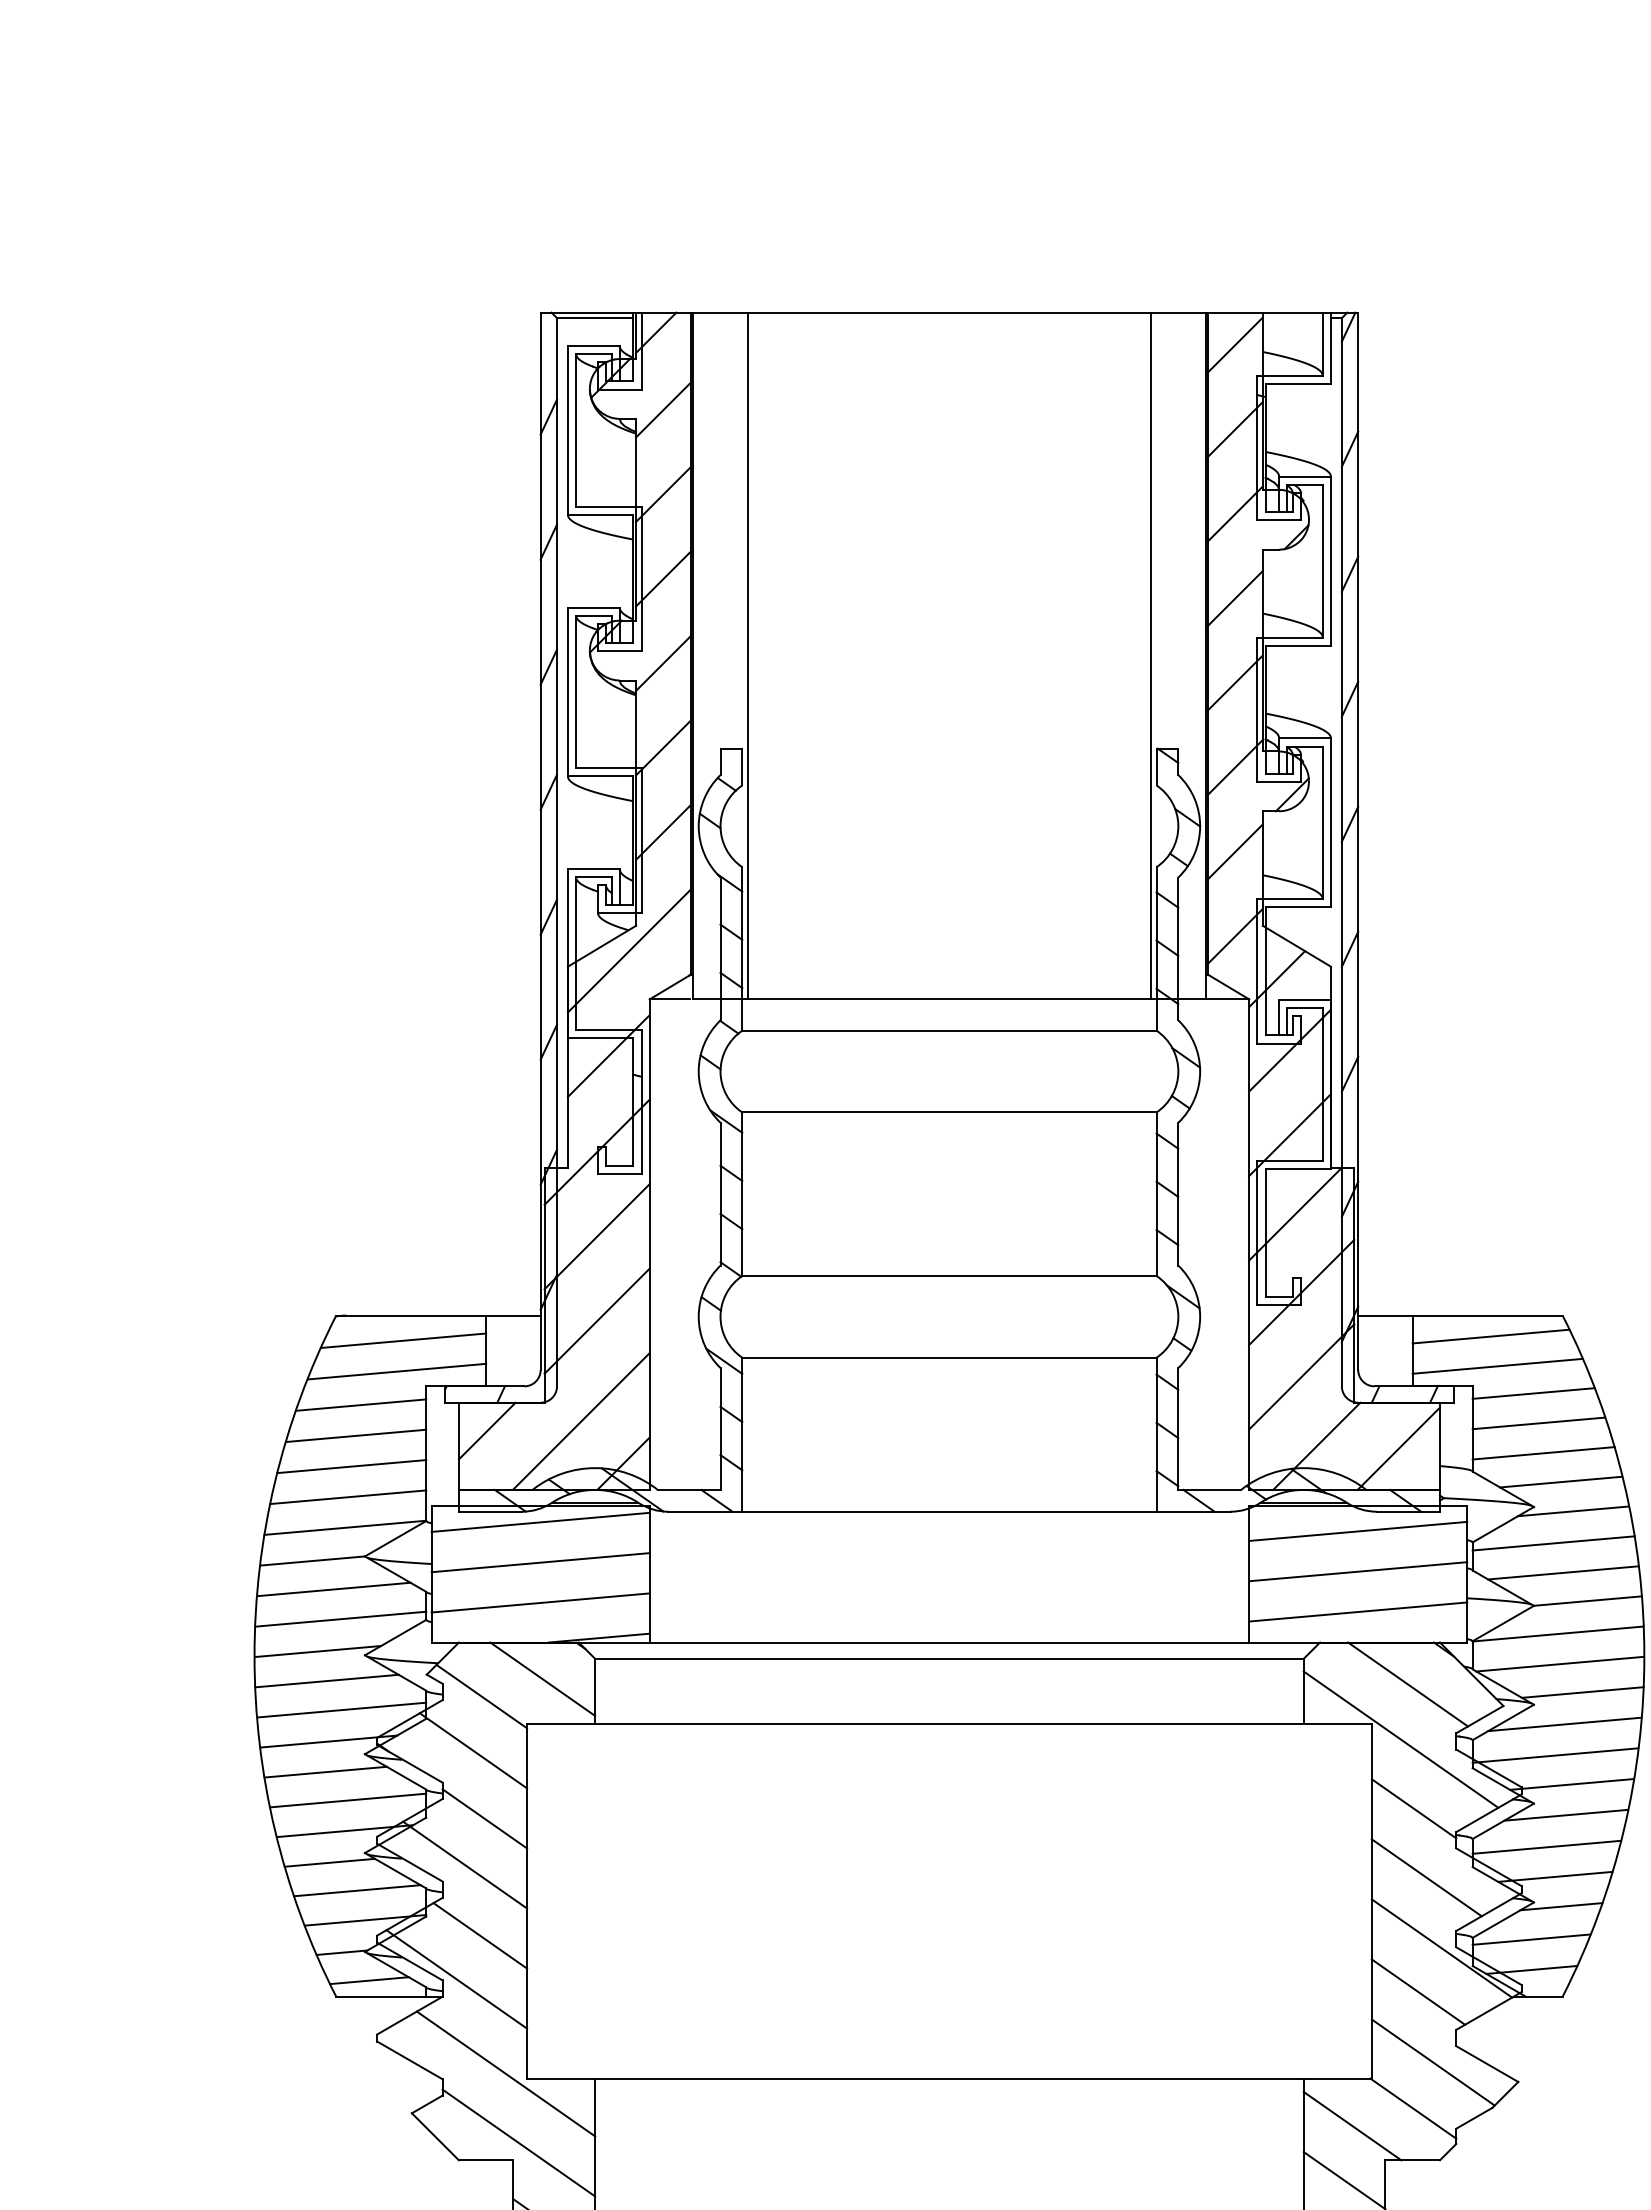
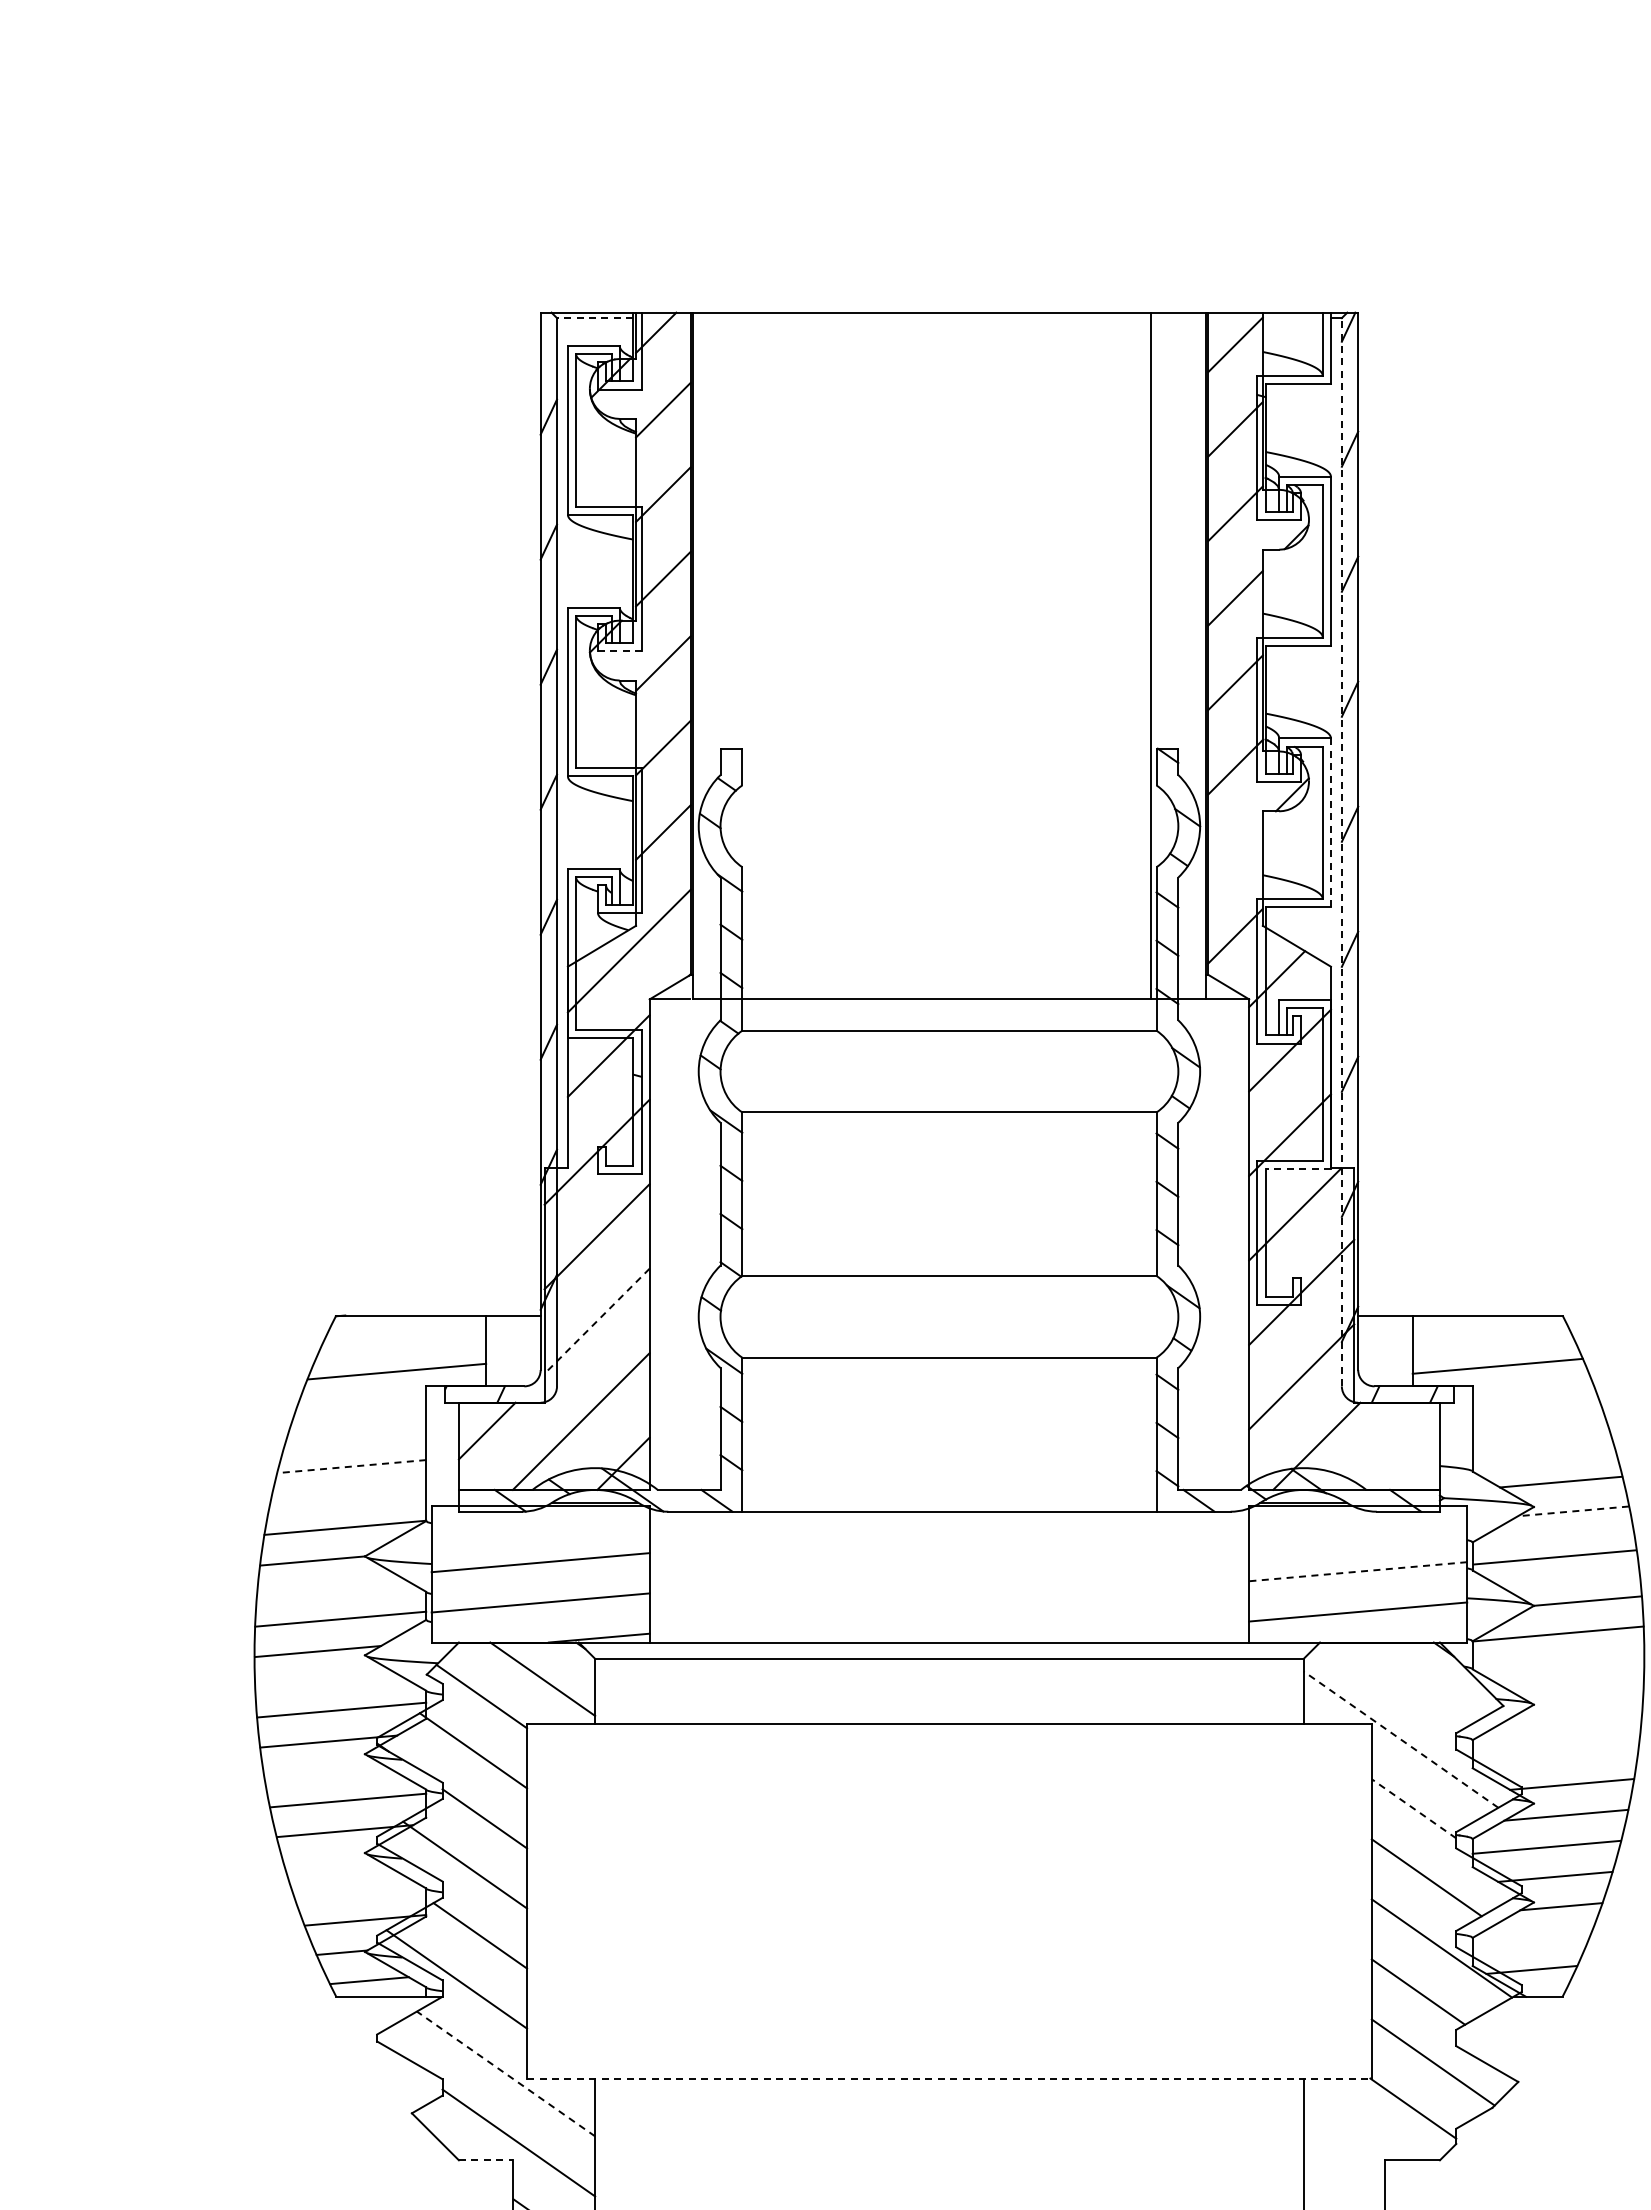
line at (594, 318): solid -> dashed
line at (619, 651): solid -> dashed
line at (747, 655): present -> none
line at (1330, 822): solid -> dashed
line at (1235, 851): present -> none
line at (1341, 851): solid -> dashed
line at (1298, 1168): solid -> dashed
line at (596, 1321): solid -> dashed
line at (1490, 1336): present -> none
line at (403, 1340): present -> none
line at (1533, 1393): present -> none
line at (361, 1404): present -> none
line at (1538, 1423): present -> none
line at (355, 1435): present -> none
line at (1398, 1448): present -> none
line at (1543, 1453): present -> none
line at (351, 1466): solid -> dashed
line at (348, 1497): present -> none
line at (1573, 1511): solid -> dashed
line at (540, 1521): present -> none
line at (1358, 1530): present -> none
line at (1553, 1543) position: (1553, 1543) -> (1554, 1557)
line at (1357, 1571): solid -> dashed
line at (1563, 1572): present -> none
line at (333, 1589): present -> none
line at (1559, 1663): present -> none
line at (326, 1680): present -> none
line at (1408, 1684): present -> none
line at (1582, 1692): present -> none
line at (1564, 1724): present -> none
line at (1401, 1739): solid -> dashed
line at (1555, 1755): present -> none
line at (325, 1771): present -> none
line at (1414, 1808): solid -> dashed
line at (329, 1862): present -> none
line at (357, 1890): present -> none
line at (1531, 1939): present -> none
line at (506, 2073): solid -> dashed
line at (949, 2078): solid -> dashed
line at (1352, 2125): present -> none
line at (486, 2160): solid -> dashed
line at (1342, 2179): present -> none
